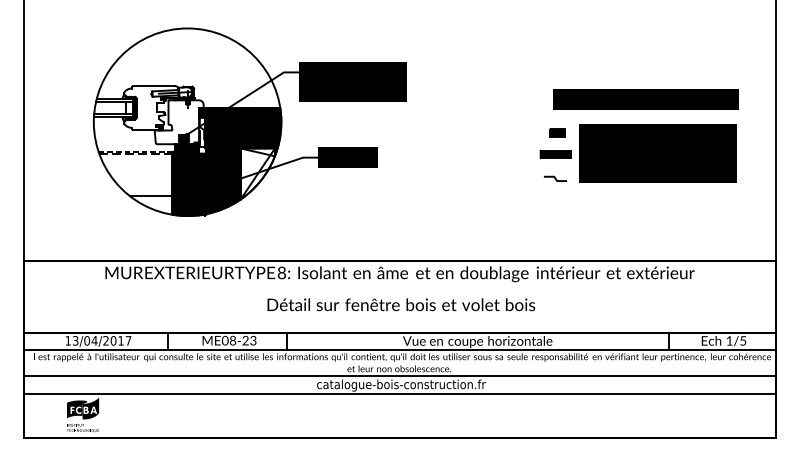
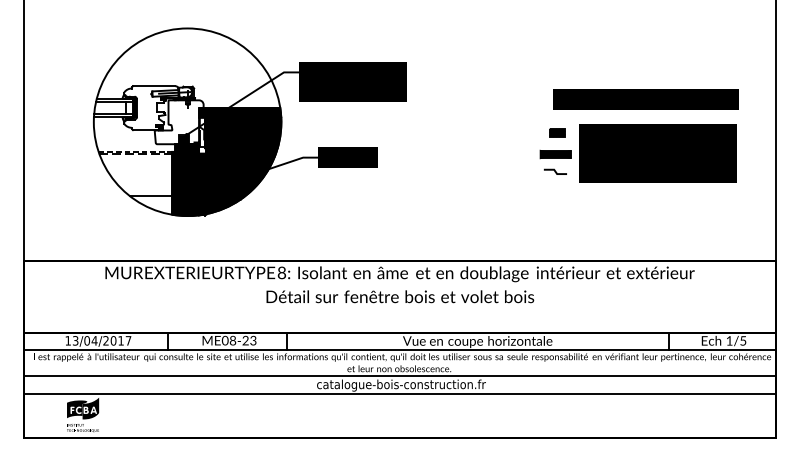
fill at (257, 173): none -> present
line at (555, 178) position: (555, 178) -> (555, 171)
text at (401, 304) position: (401, 304) -> (400, 296)
